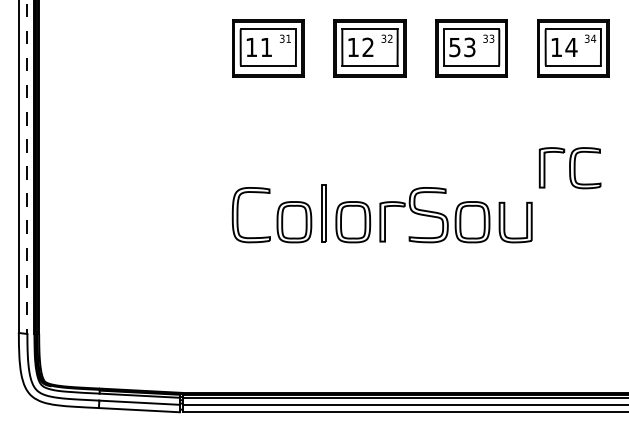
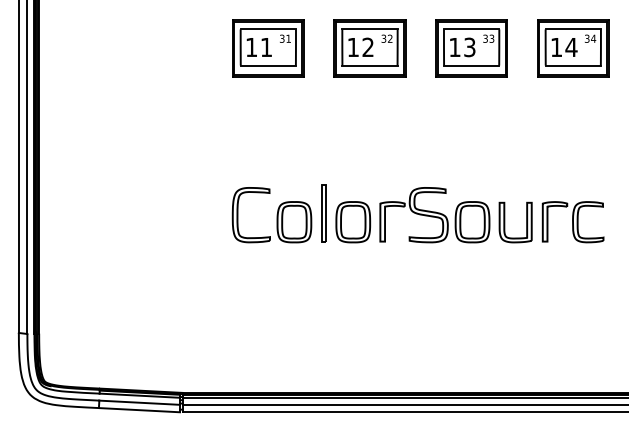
text at (454, 47): 53 -> 13
line at (27, 167): dashed -> solid
part at (569, 168) position: (569, 168) -> (572, 222)
